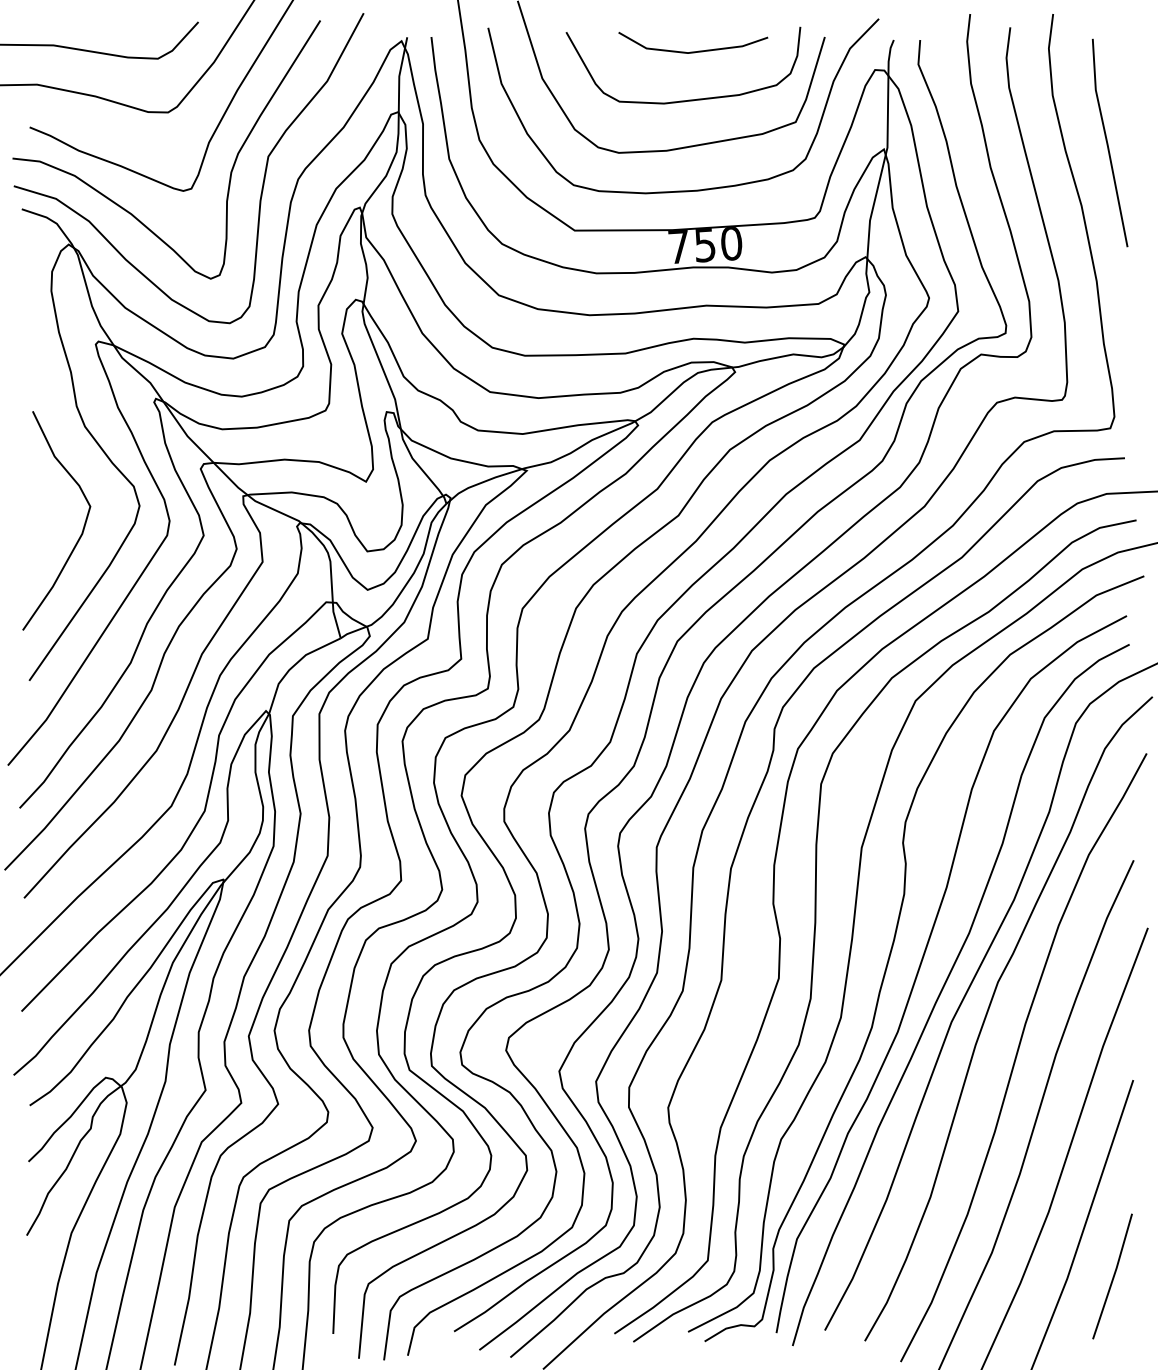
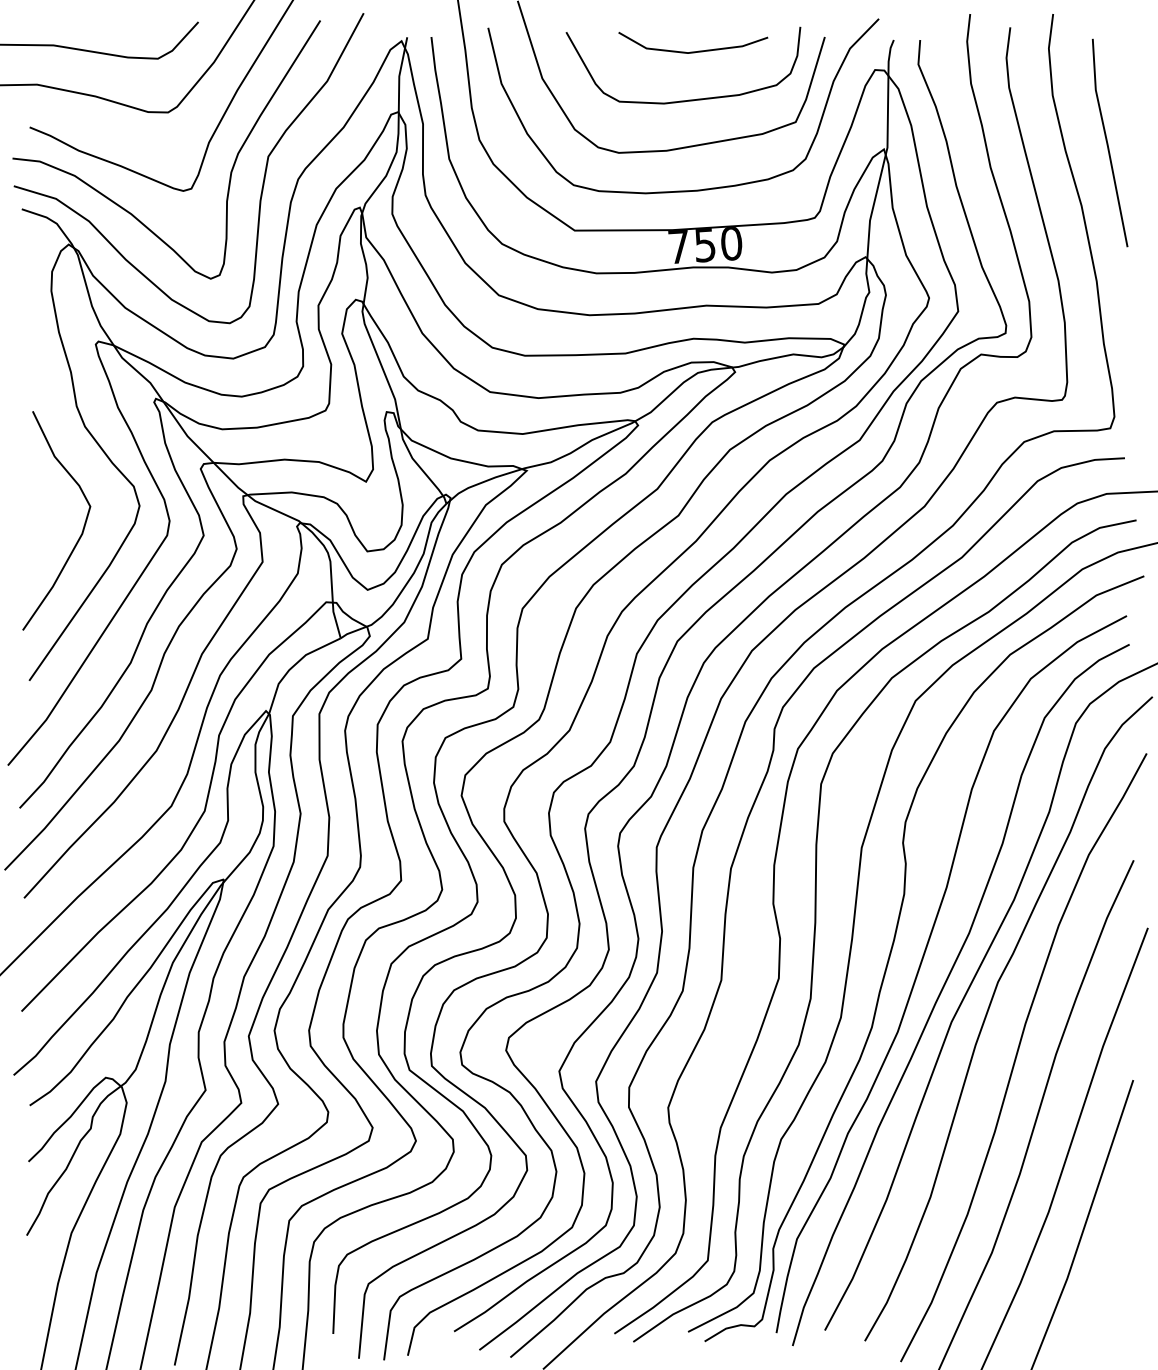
part at (1112, 1276): present -> none
